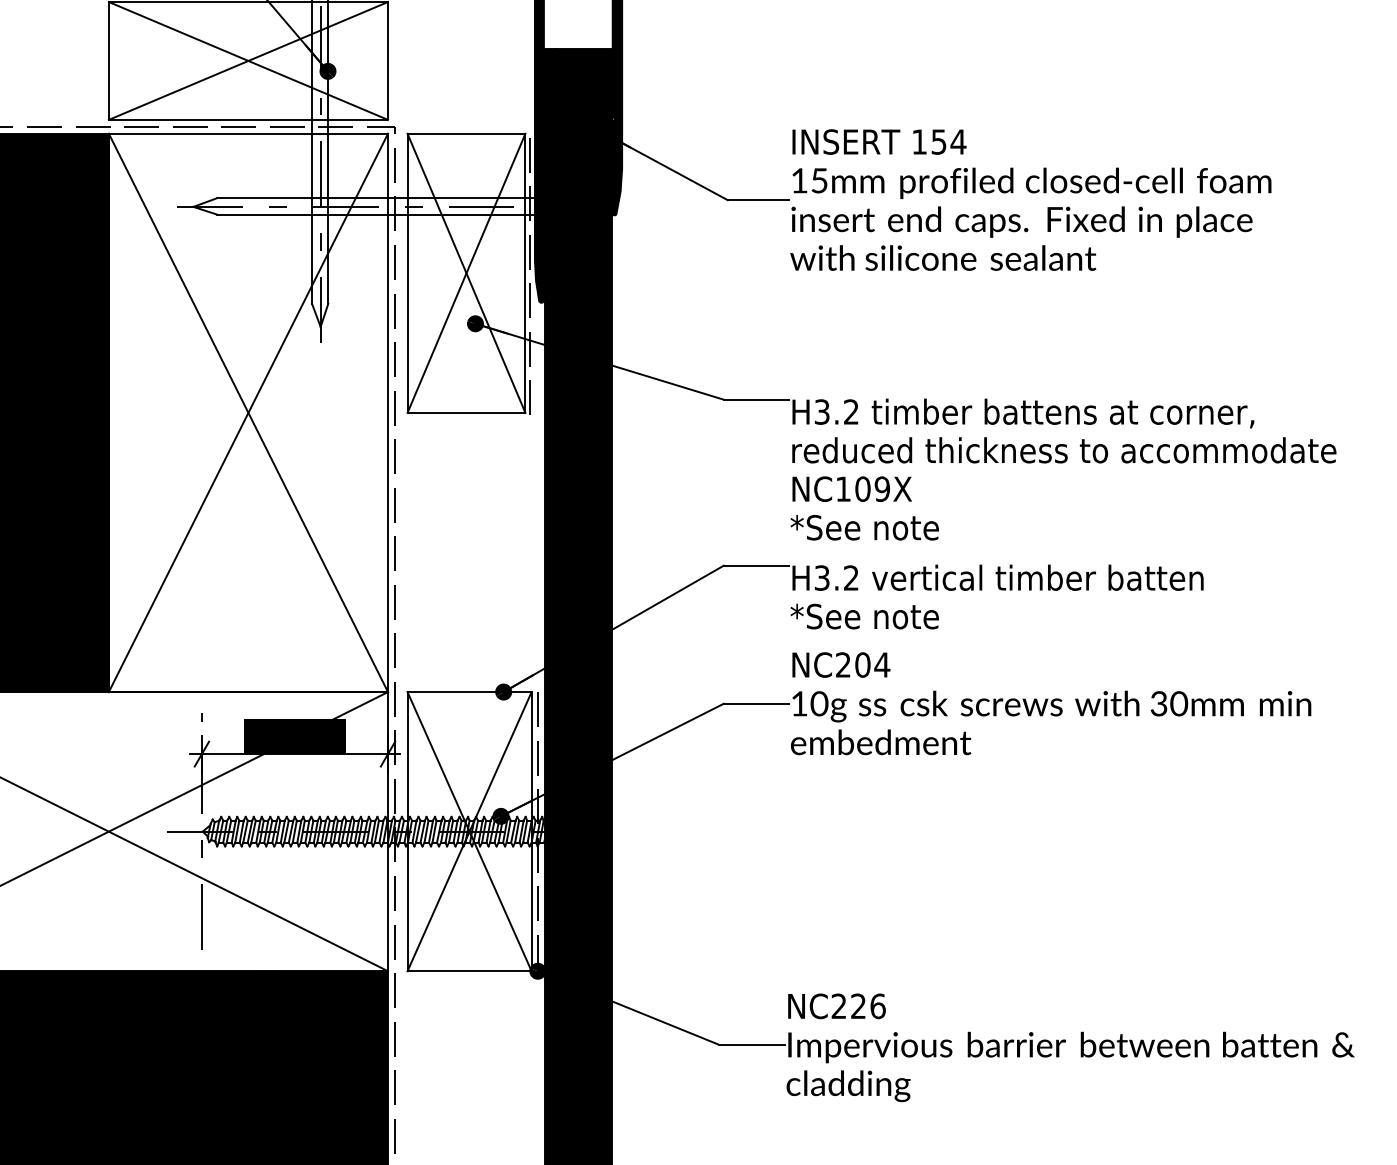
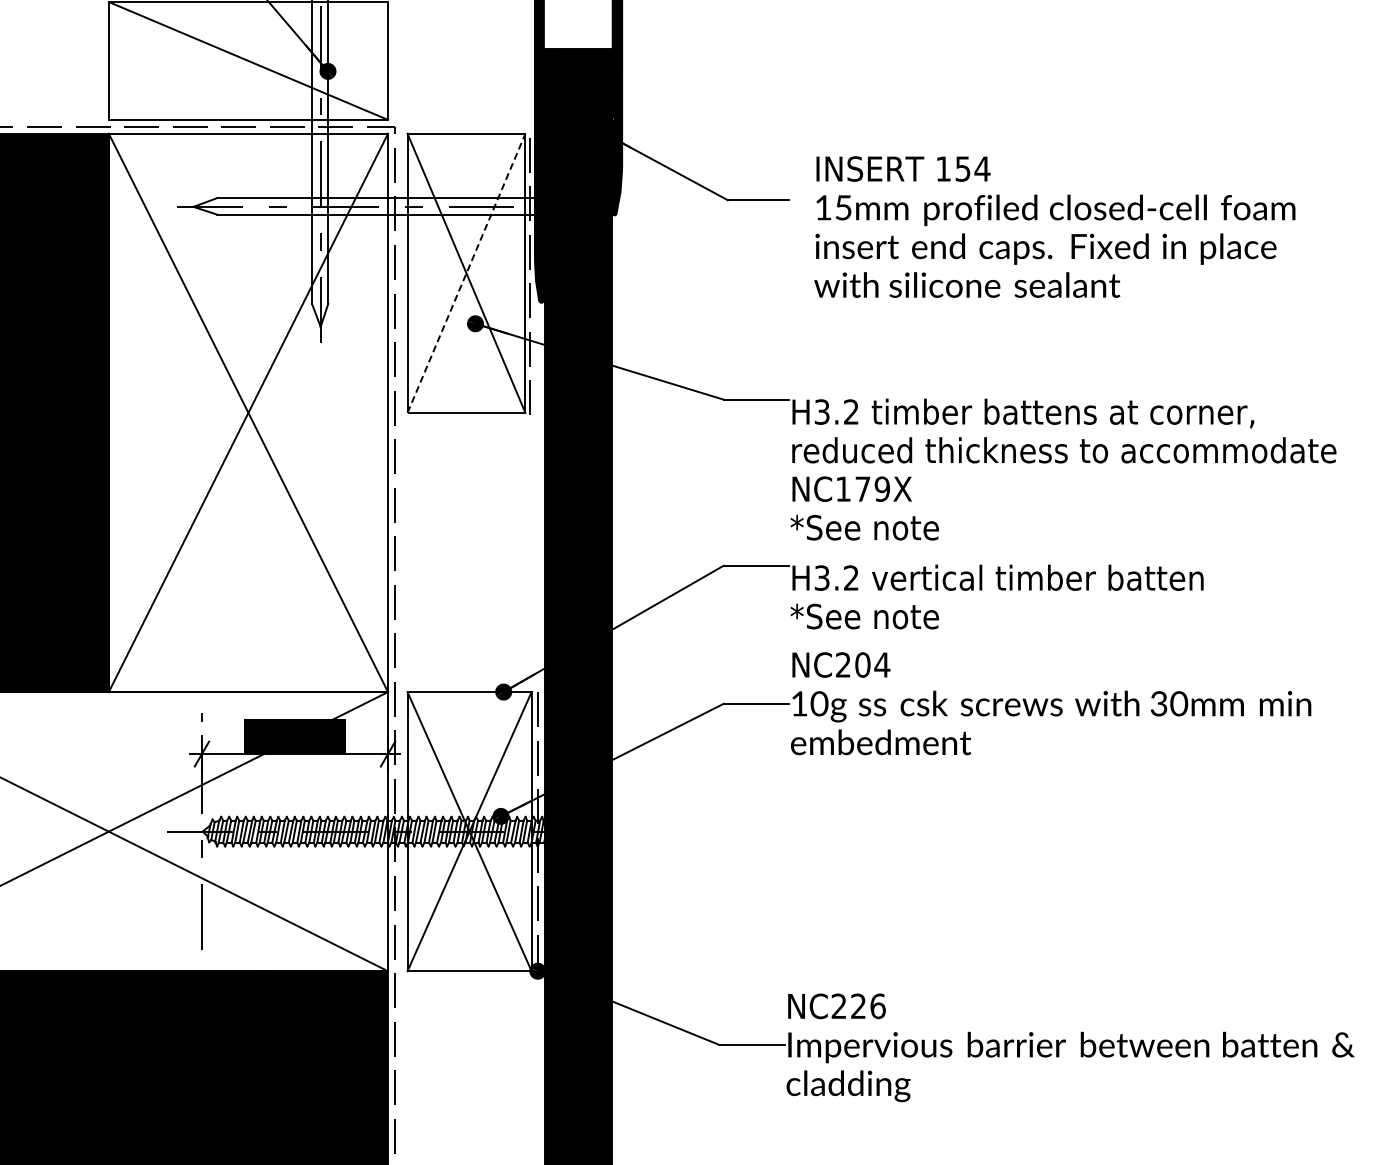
line at (248, 60): present -> none
text at (1030, 199) position: (1030, 199) -> (1054, 226)
line at (466, 273): solid -> dashed
text at (862, 488): NC109X -> NC179X
